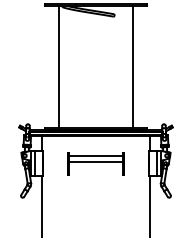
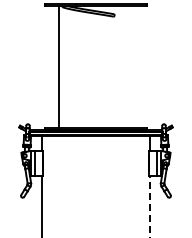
line at (132, 67): present -> none
part at (95, 163): present -> none
line at (149, 206): solid -> dashed
